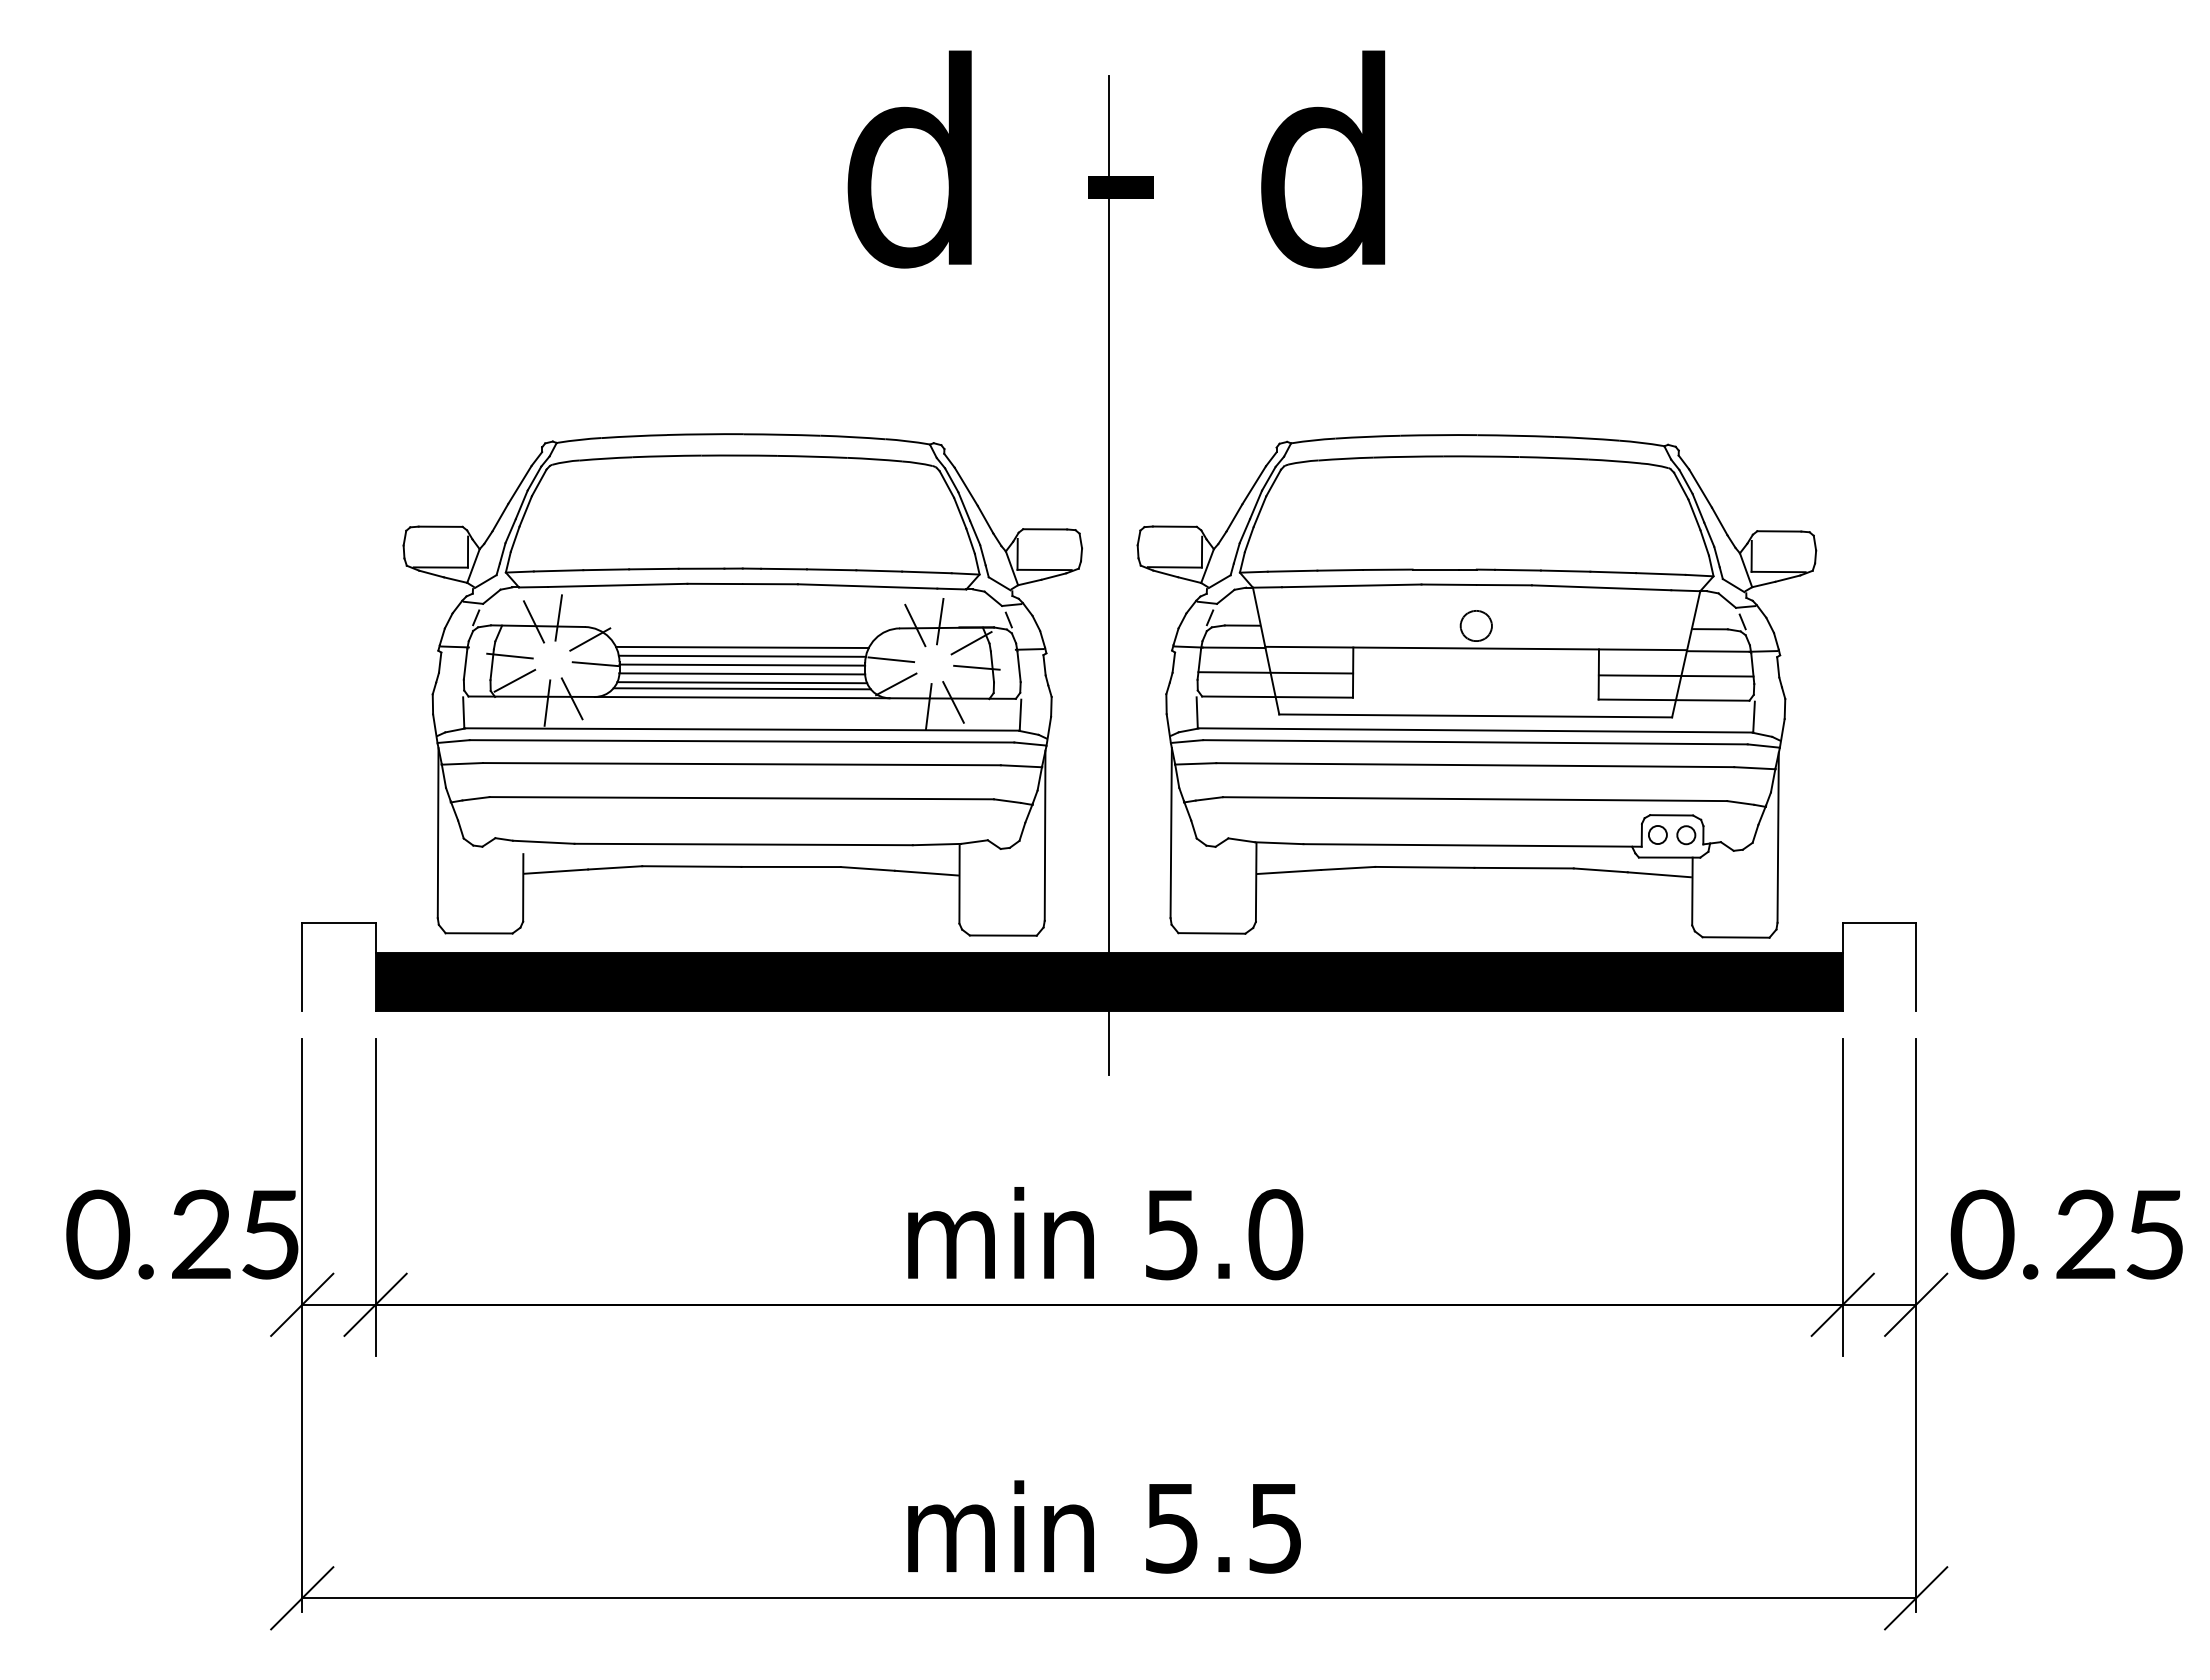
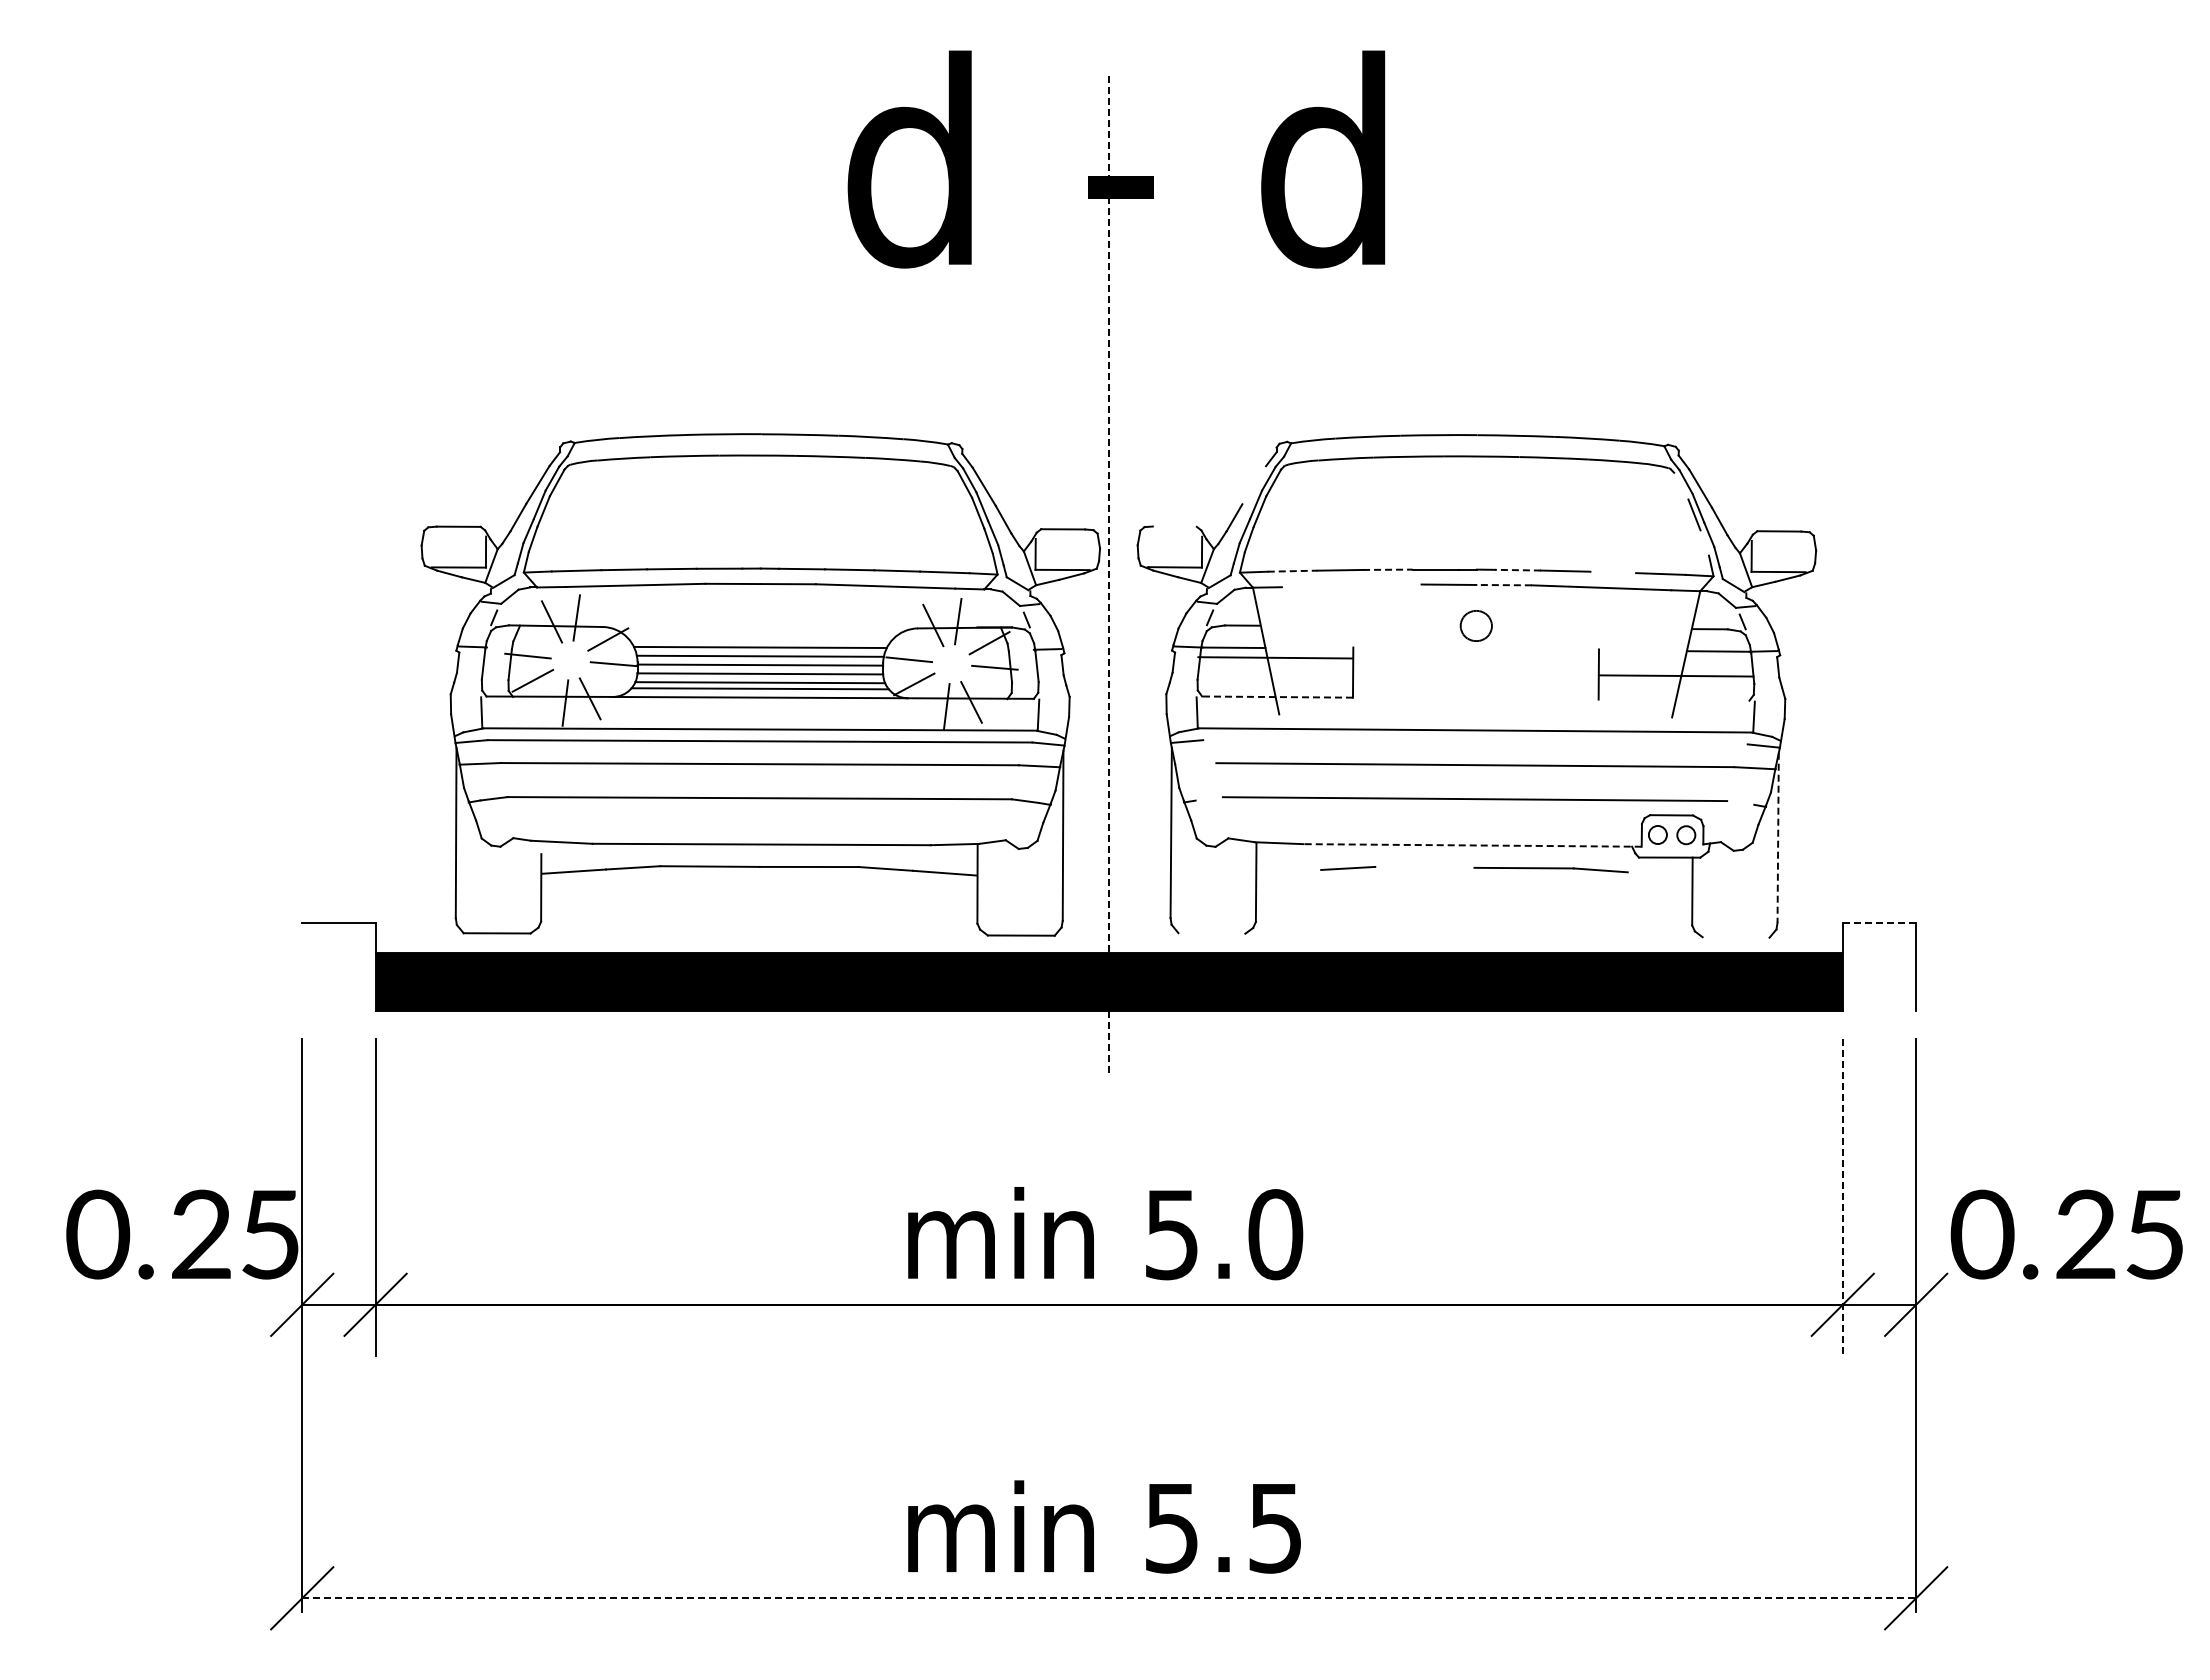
line at (1254, 485): present -> none
line at (1681, 485): present -> none
line at (1174, 526): present -> none
line at (1704, 542): present -> none
line at (1387, 569): solid -> dashed
line at (1517, 570): solid -> dashed
line at (1292, 571): solid -> dashed
line at (1613, 572): present -> none
line at (1109, 575): solid -> dashed
line at (1351, 585): present -> none
line at (1503, 585): solid -> dashed
line at (1475, 648): present -> none
line at (1275, 672) position: (1275, 672) -> (1275, 657)
part at (742, 684) position: (742, 684) -> (760, 684)
line at (1277, 697): solid -> dashed
line at (1673, 699): present -> none
line at (1475, 715): present -> none
line at (1475, 742): present -> none
line at (1195, 763): present -> none
line at (1208, 798): present -> none
line at (1740, 802): present -> none
line at (1778, 838): solid -> dashed
line at (1472, 845): solid -> dashed
line at (1424, 866): present -> none
line at (1289, 871): present -> none
line at (1658, 874): present -> none
line at (1879, 923): solid -> dashed
line at (1211, 933): present -> none
line at (1735, 937): present -> none
line at (302, 967): present -> none
line at (1842, 1197): solid -> dashed
line at (1109, 1598): solid -> dashed
